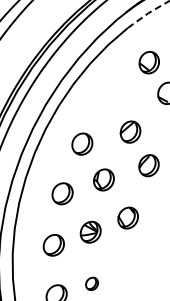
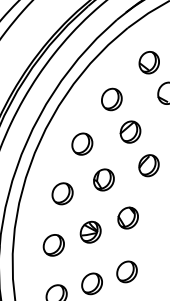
line at (148, 13): dashed -> solid
part at (111, 99): none -> present
part at (126, 271): none -> present
part at (91, 283) size: 14x15 px -> 22x24 px
